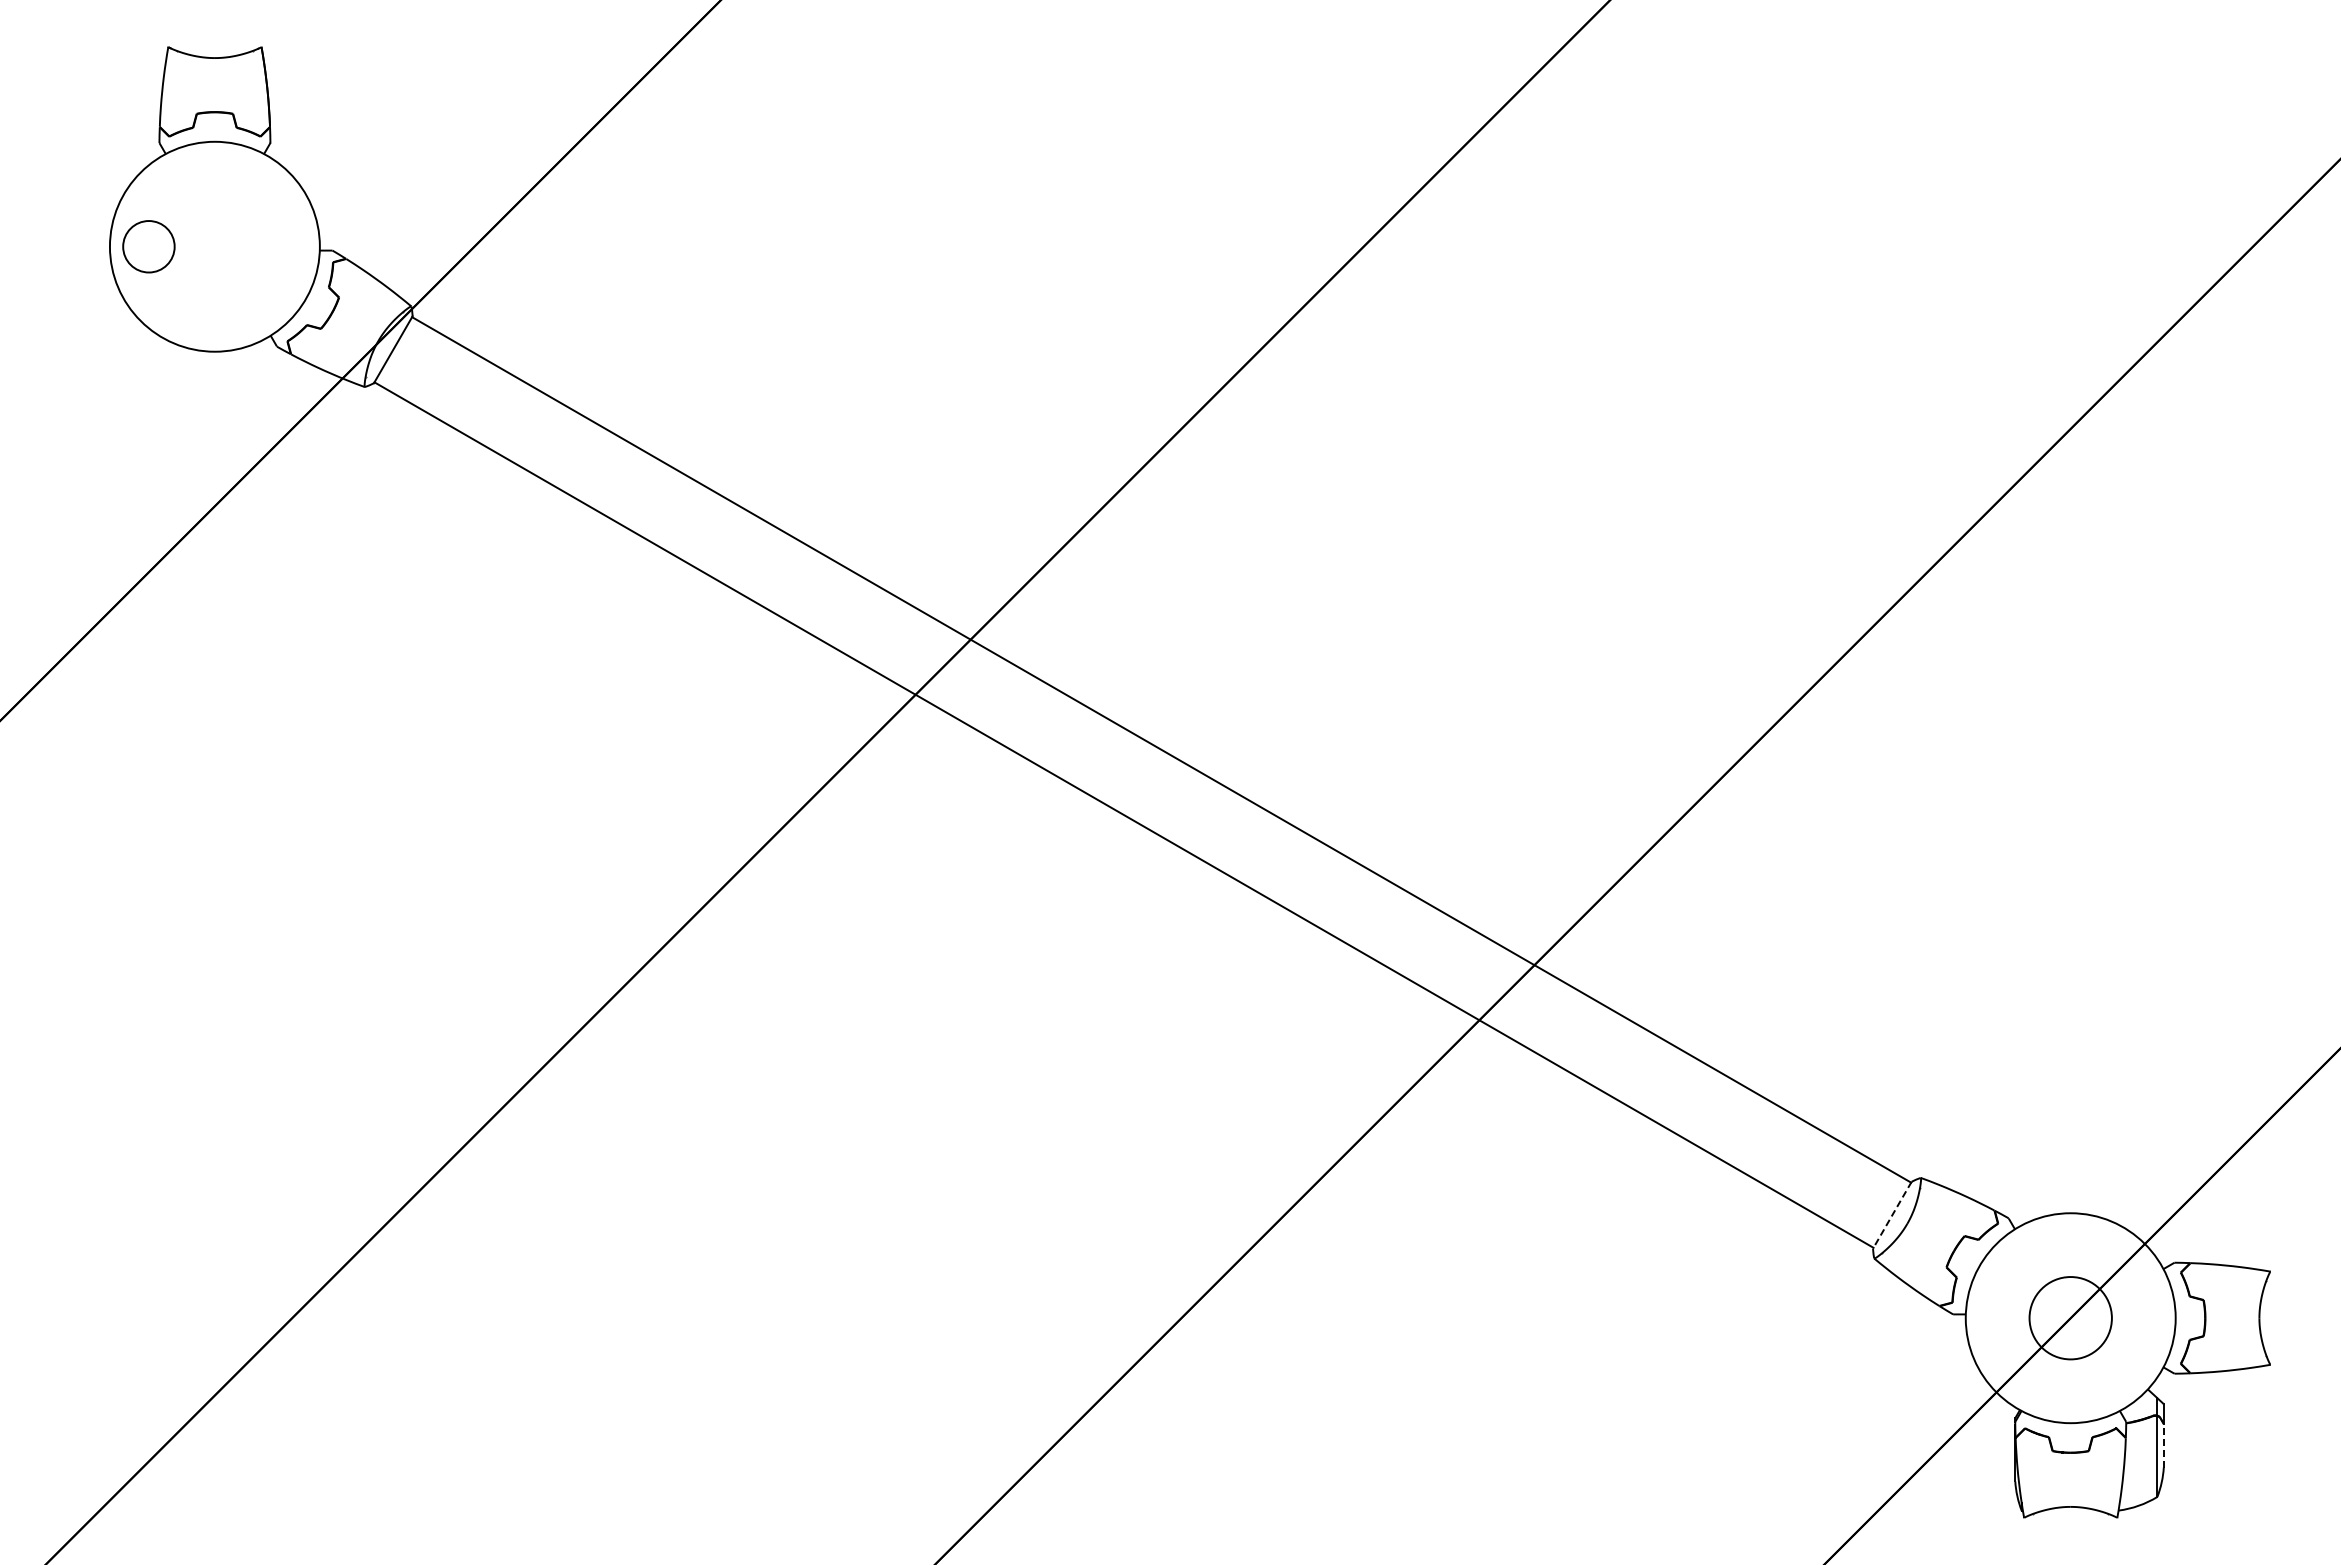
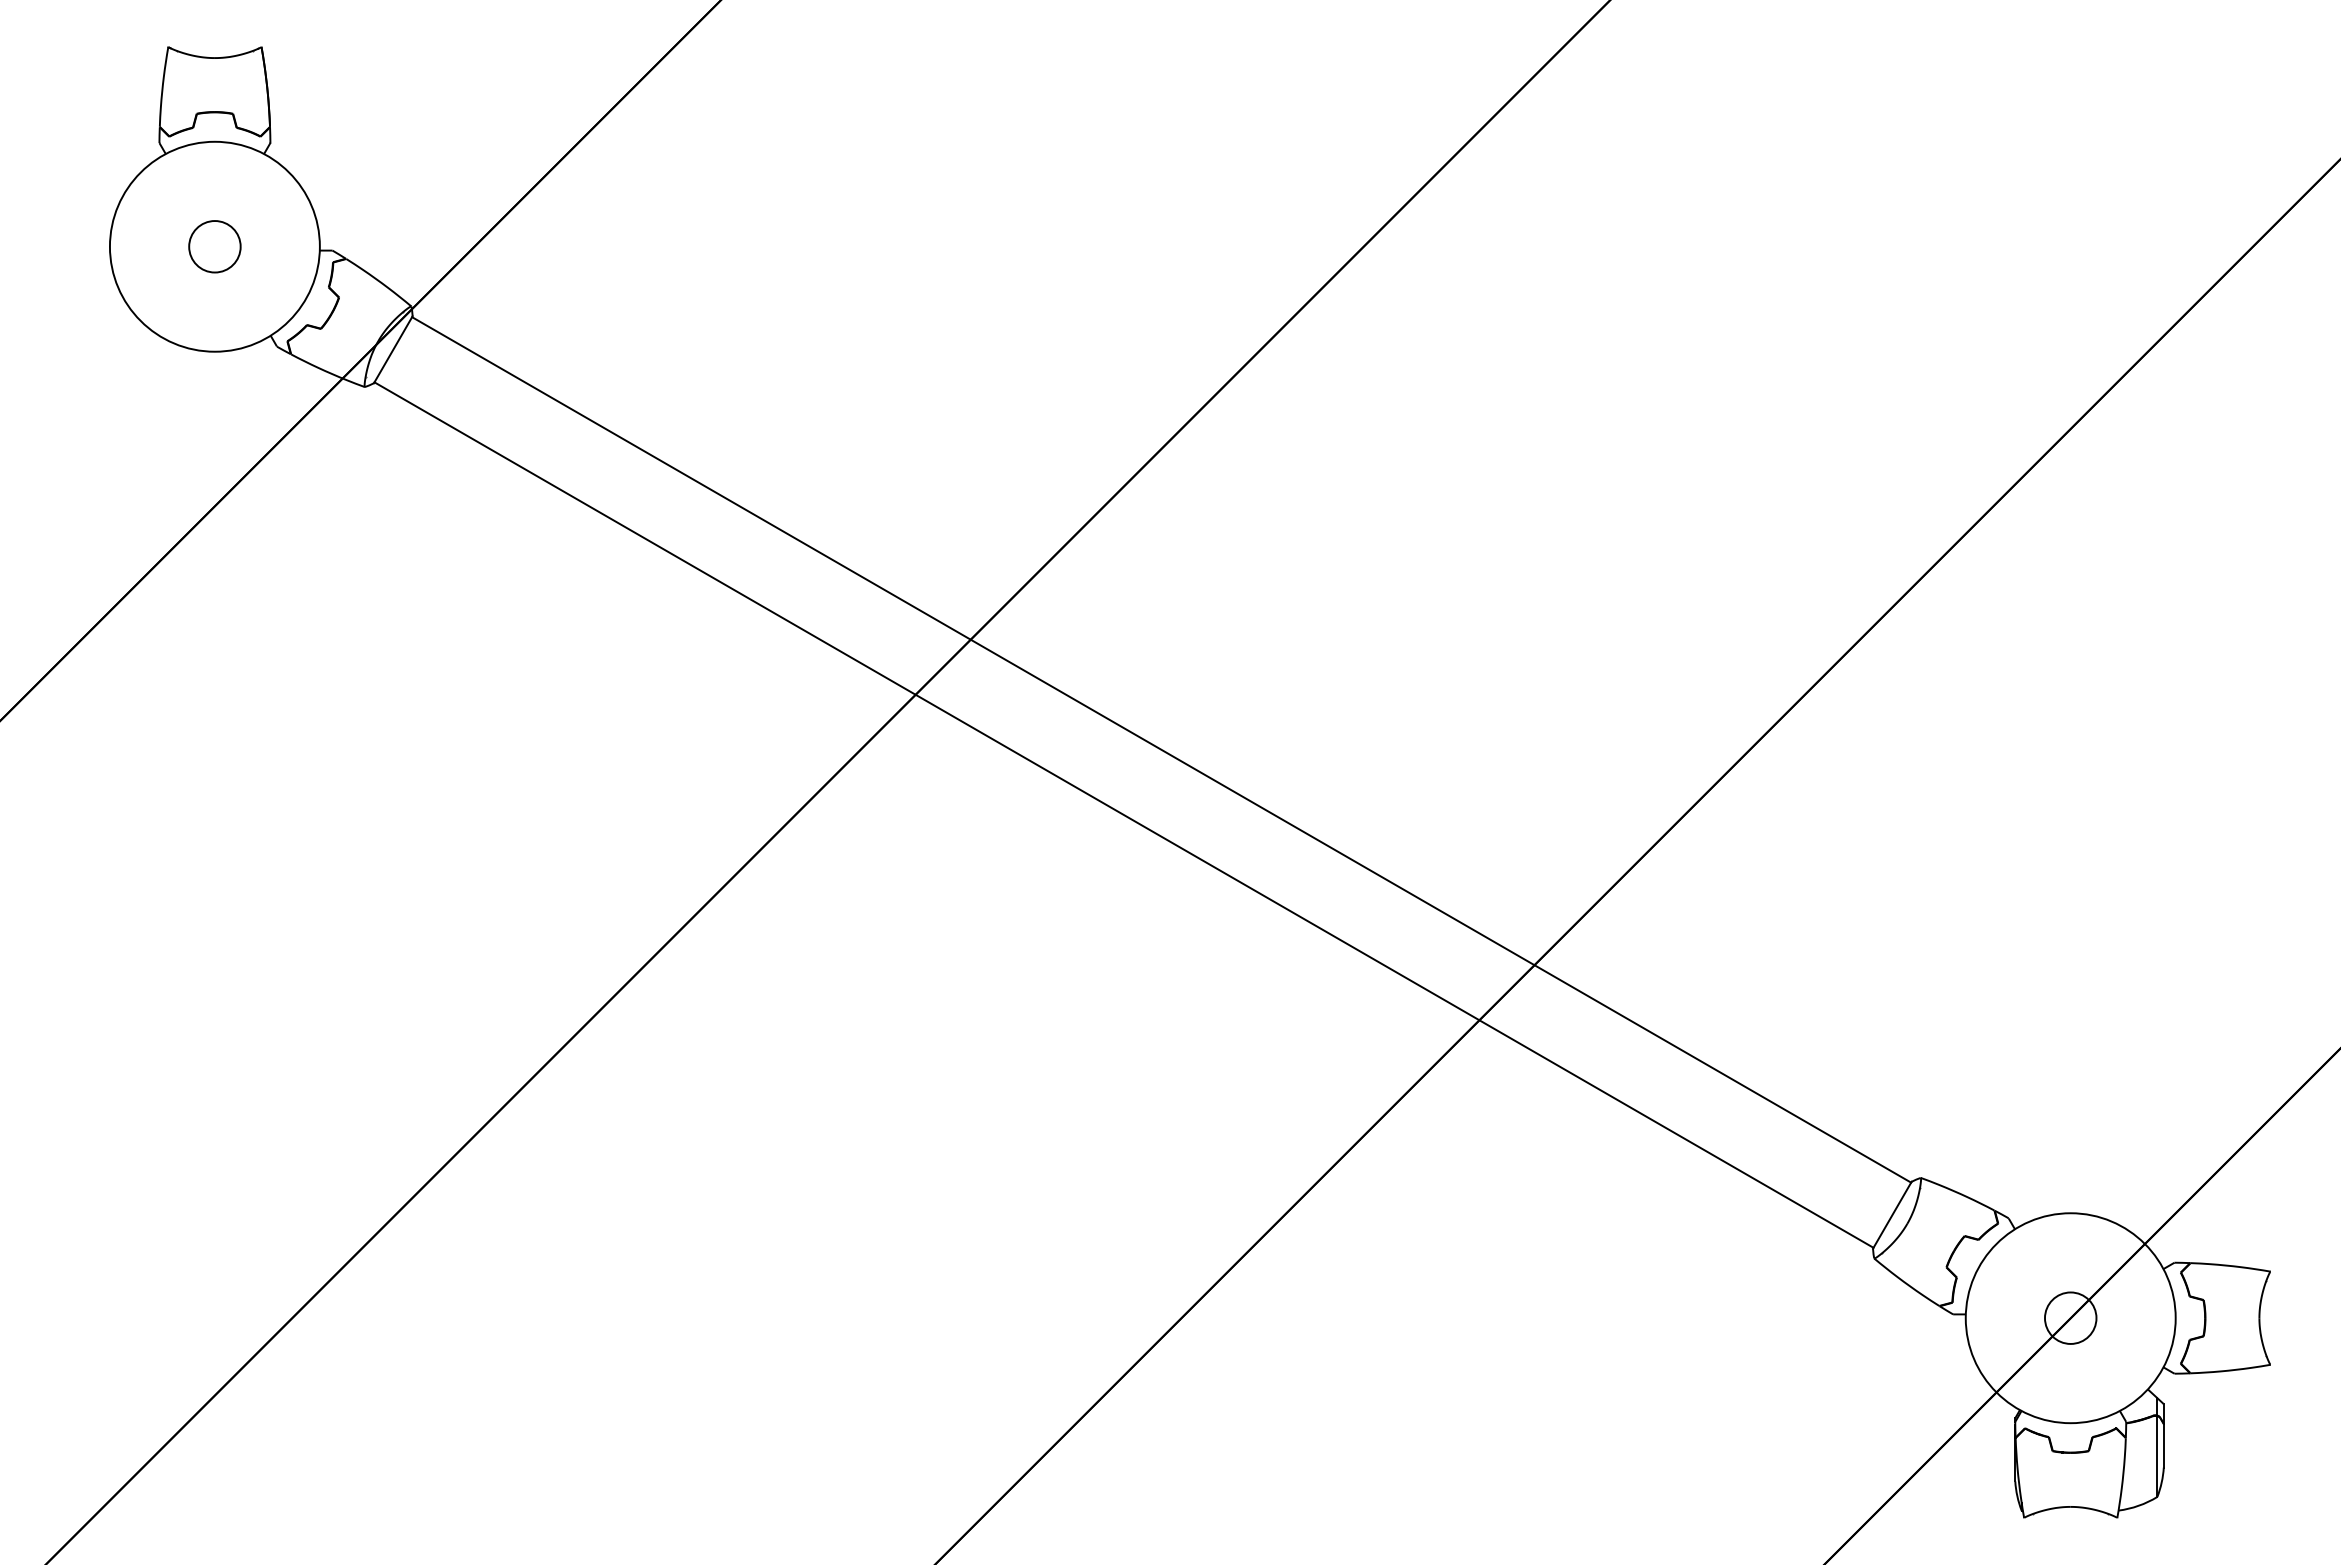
circle at (148, 246) position: (148, 246) -> (214, 246)
line at (1892, 1215): dashed -> solid
circle at (2070, 1318) diameter: 82 px -> 51 px
line at (2163, 1445): dashed -> solid
